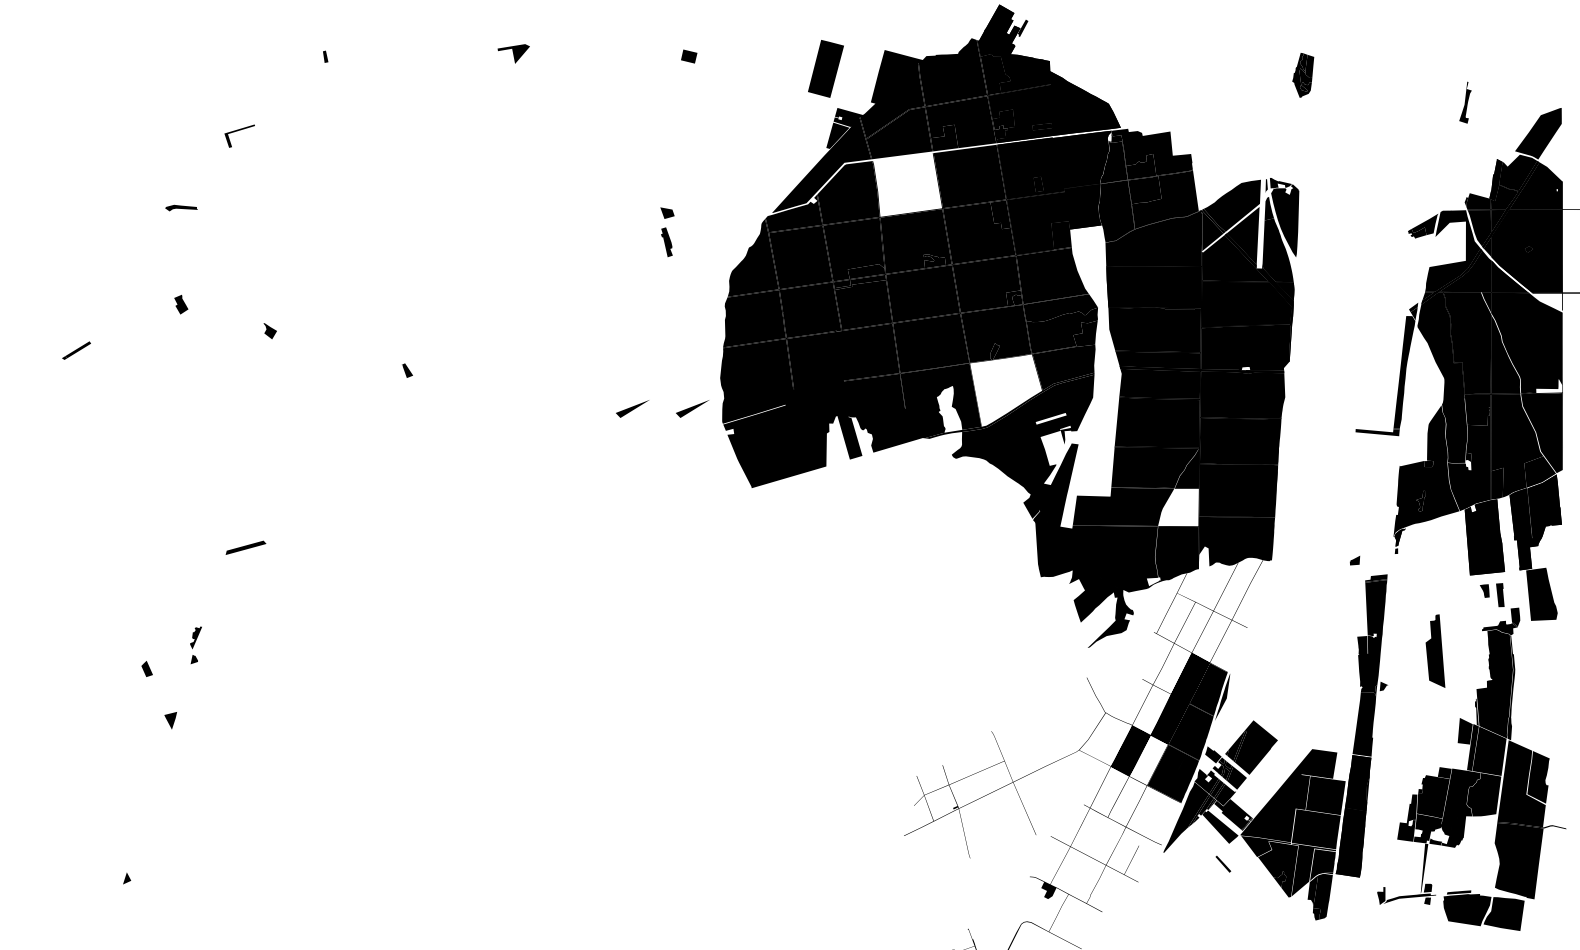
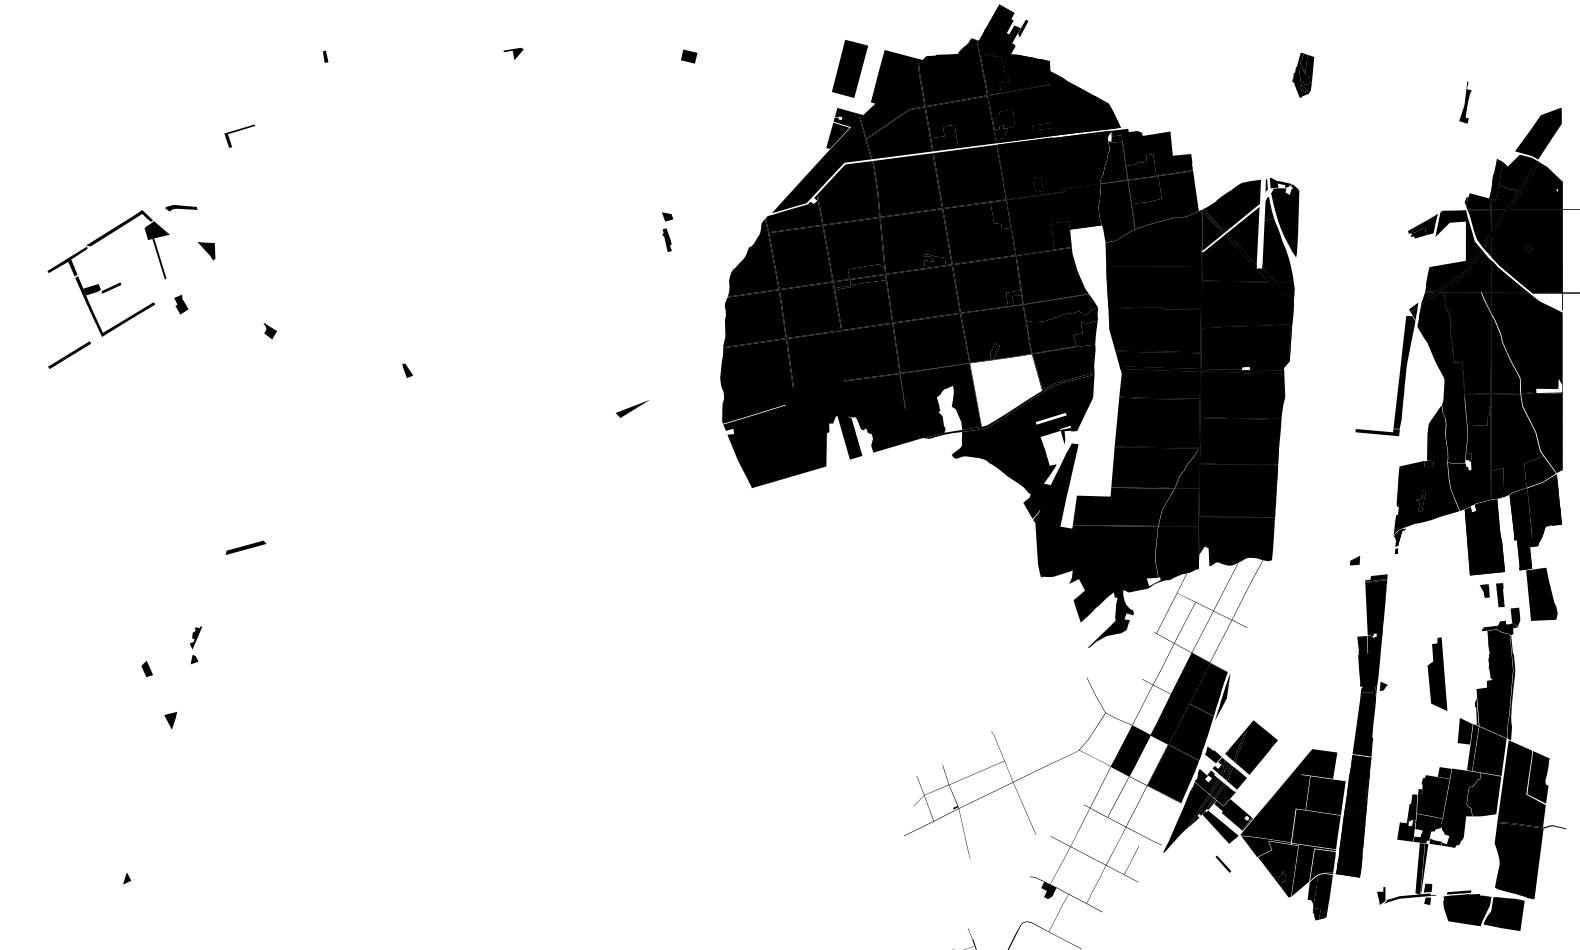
part at (513, 53) size: 33x20 px -> 21x12 px
part at (825, 68) position: (825, 68) -> (849, 68)
fill at (907, 184): none -> present
part at (667, 231) size: 15x50 px -> 12x40 px
part at (206, 251): none -> present
part at (113, 285): none -> present
fill at (56, 363): none -> present
part at (692, 408): present -> none
fill at (1178, 507): none -> present
part at (1435, 650) position: (1435, 650) -> (1437, 673)
fill at (1419, 868): none -> present
